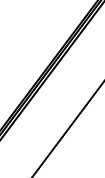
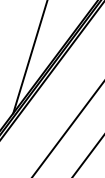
line at (29, 57): none -> present
line at (87, 156): none -> present
